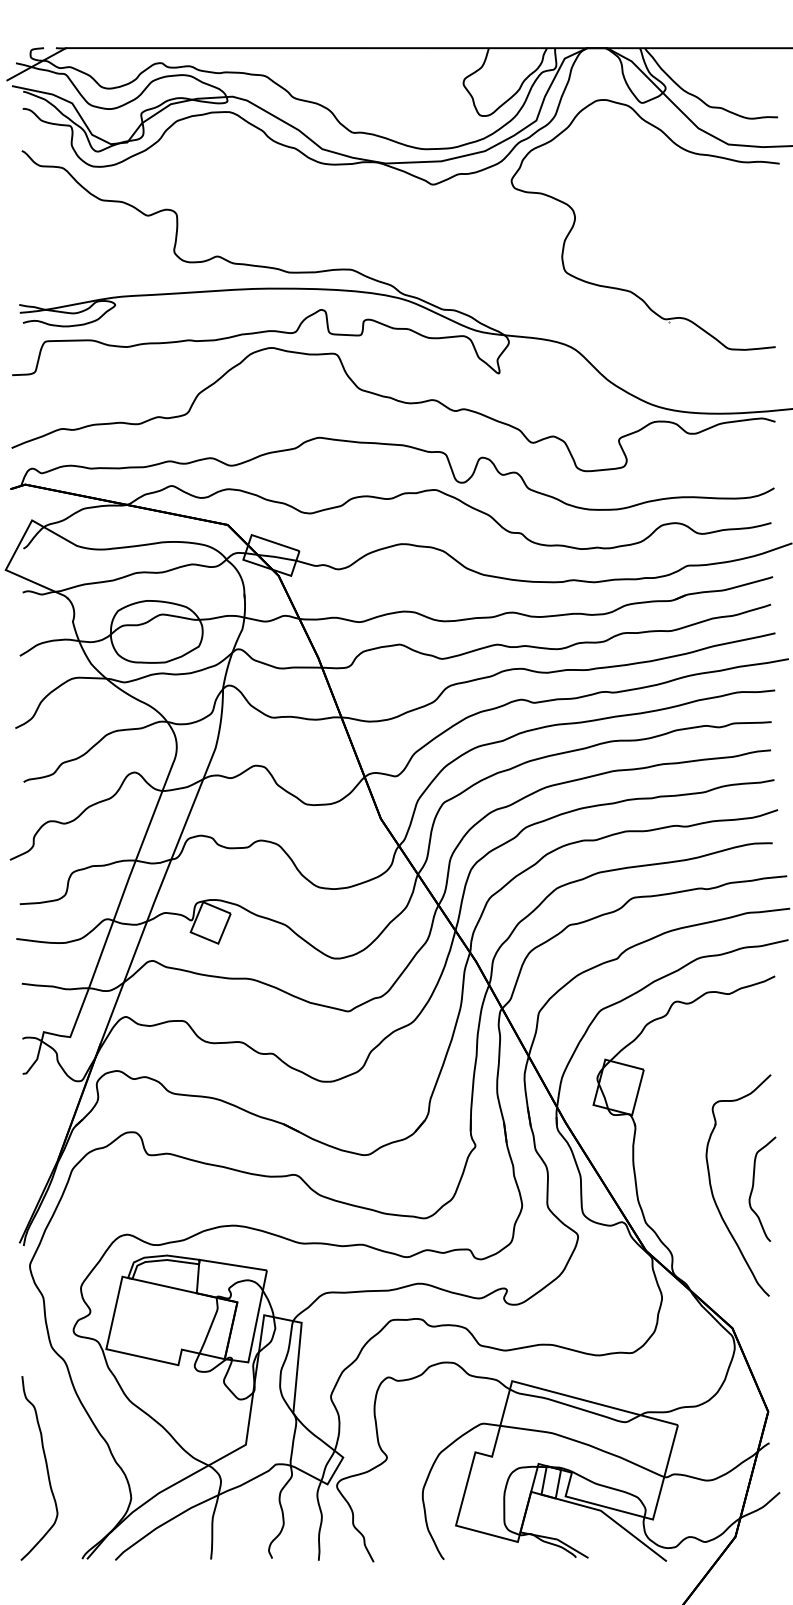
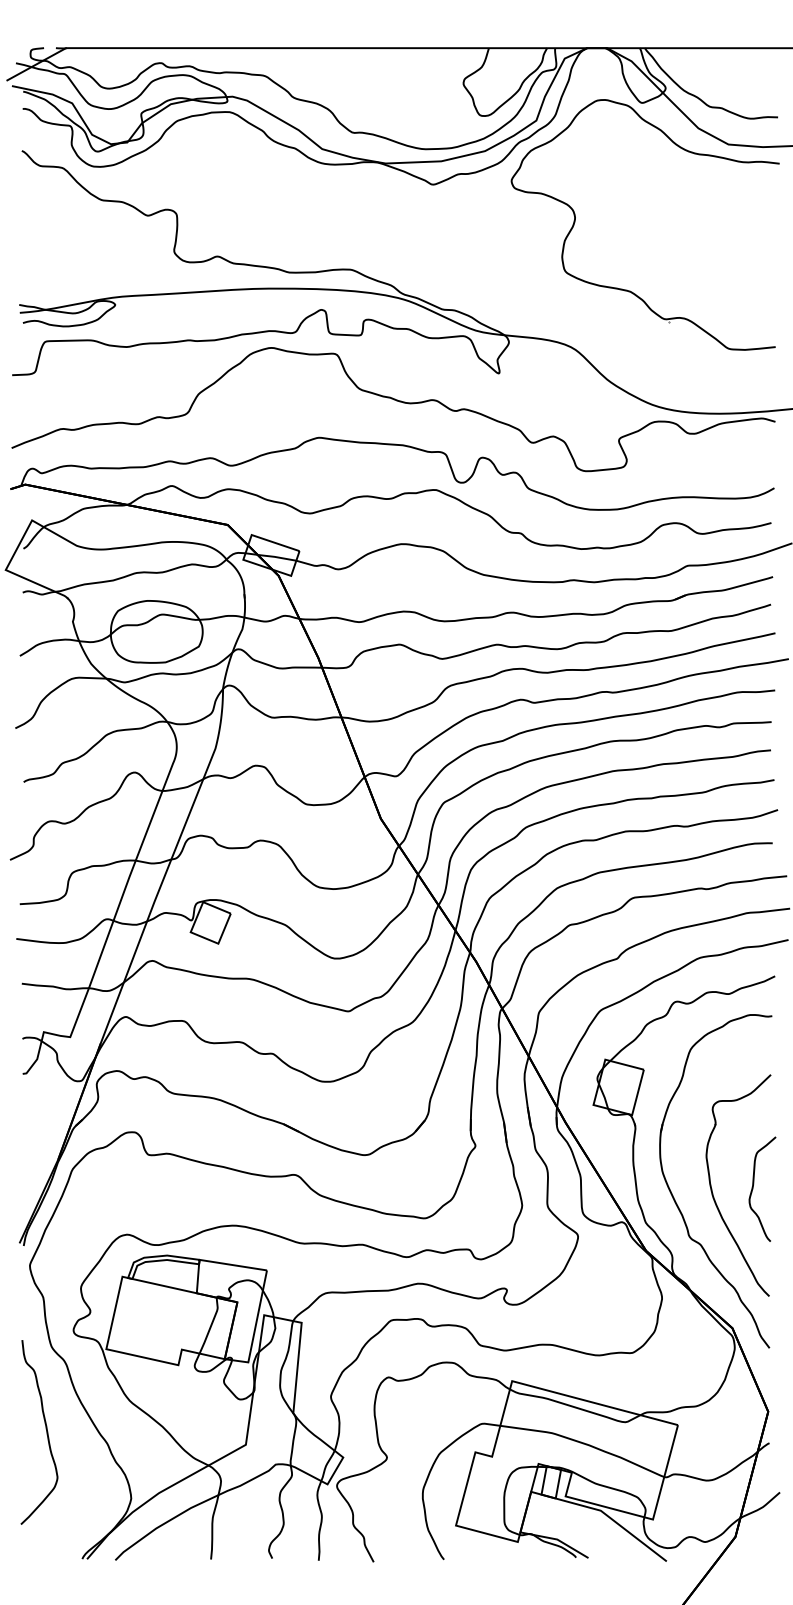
part at (676, 1201): none -> present
curve at (45, 1465) position: (45, 1465) -> (45, 1429)
